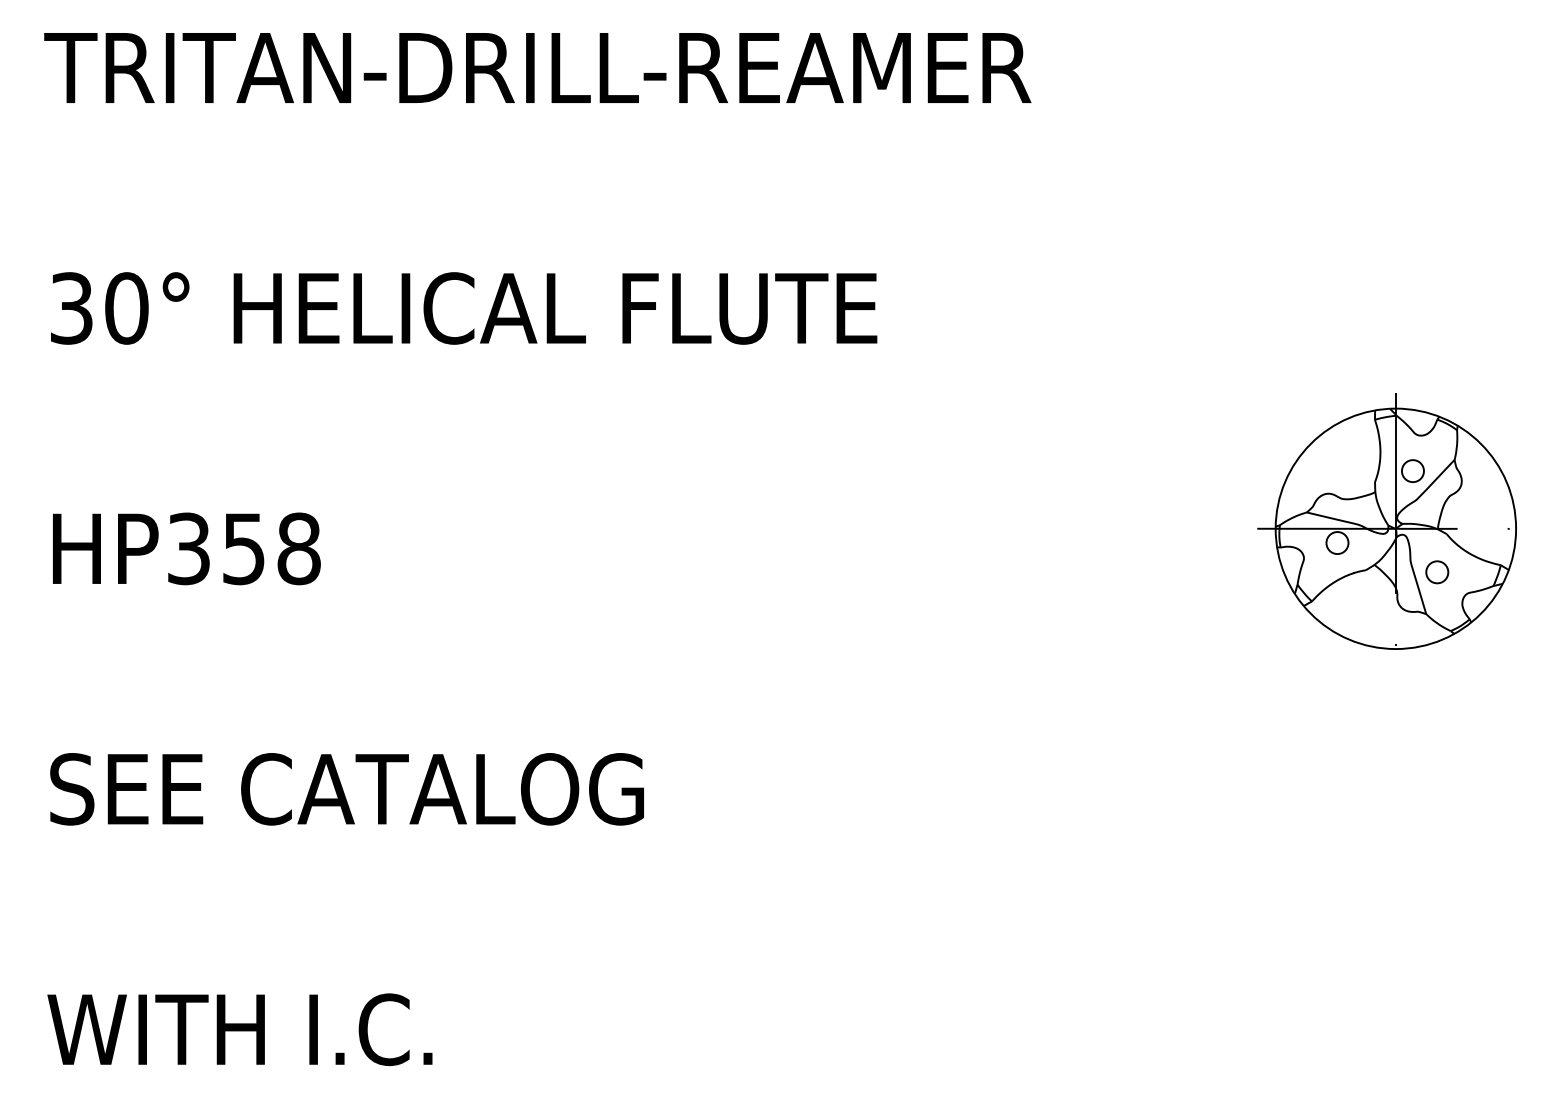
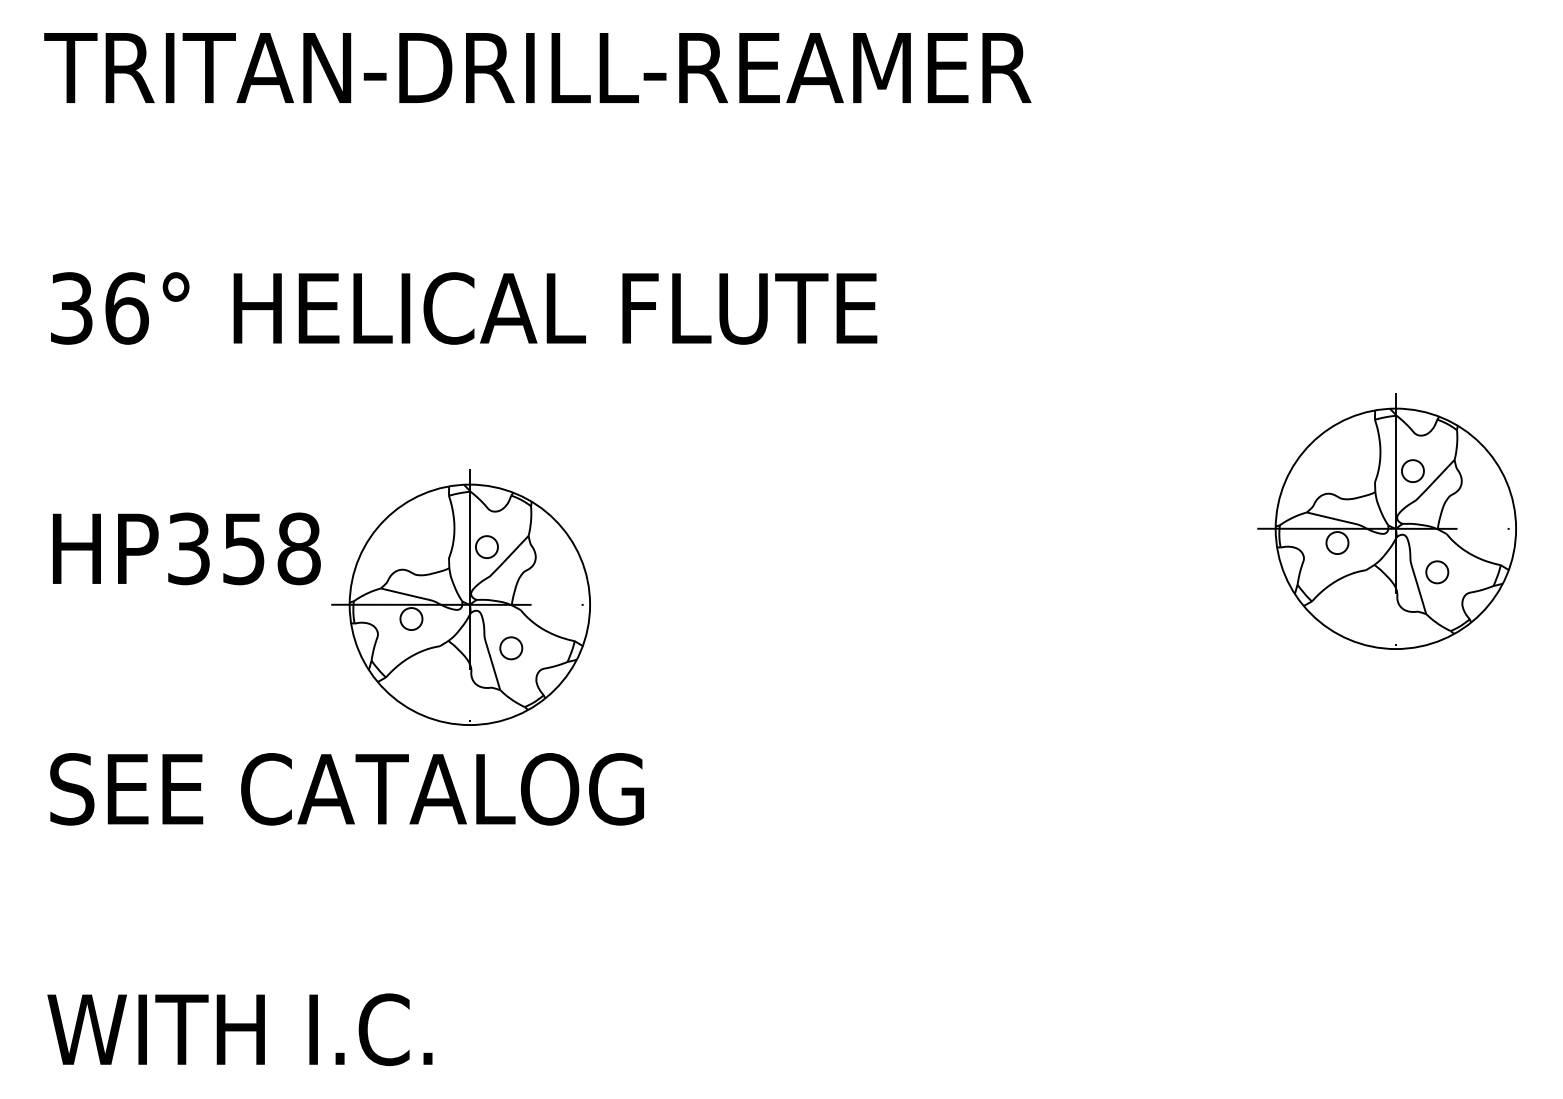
text at (126, 308): 30° -> 36°
part at (460, 597): none -> present
